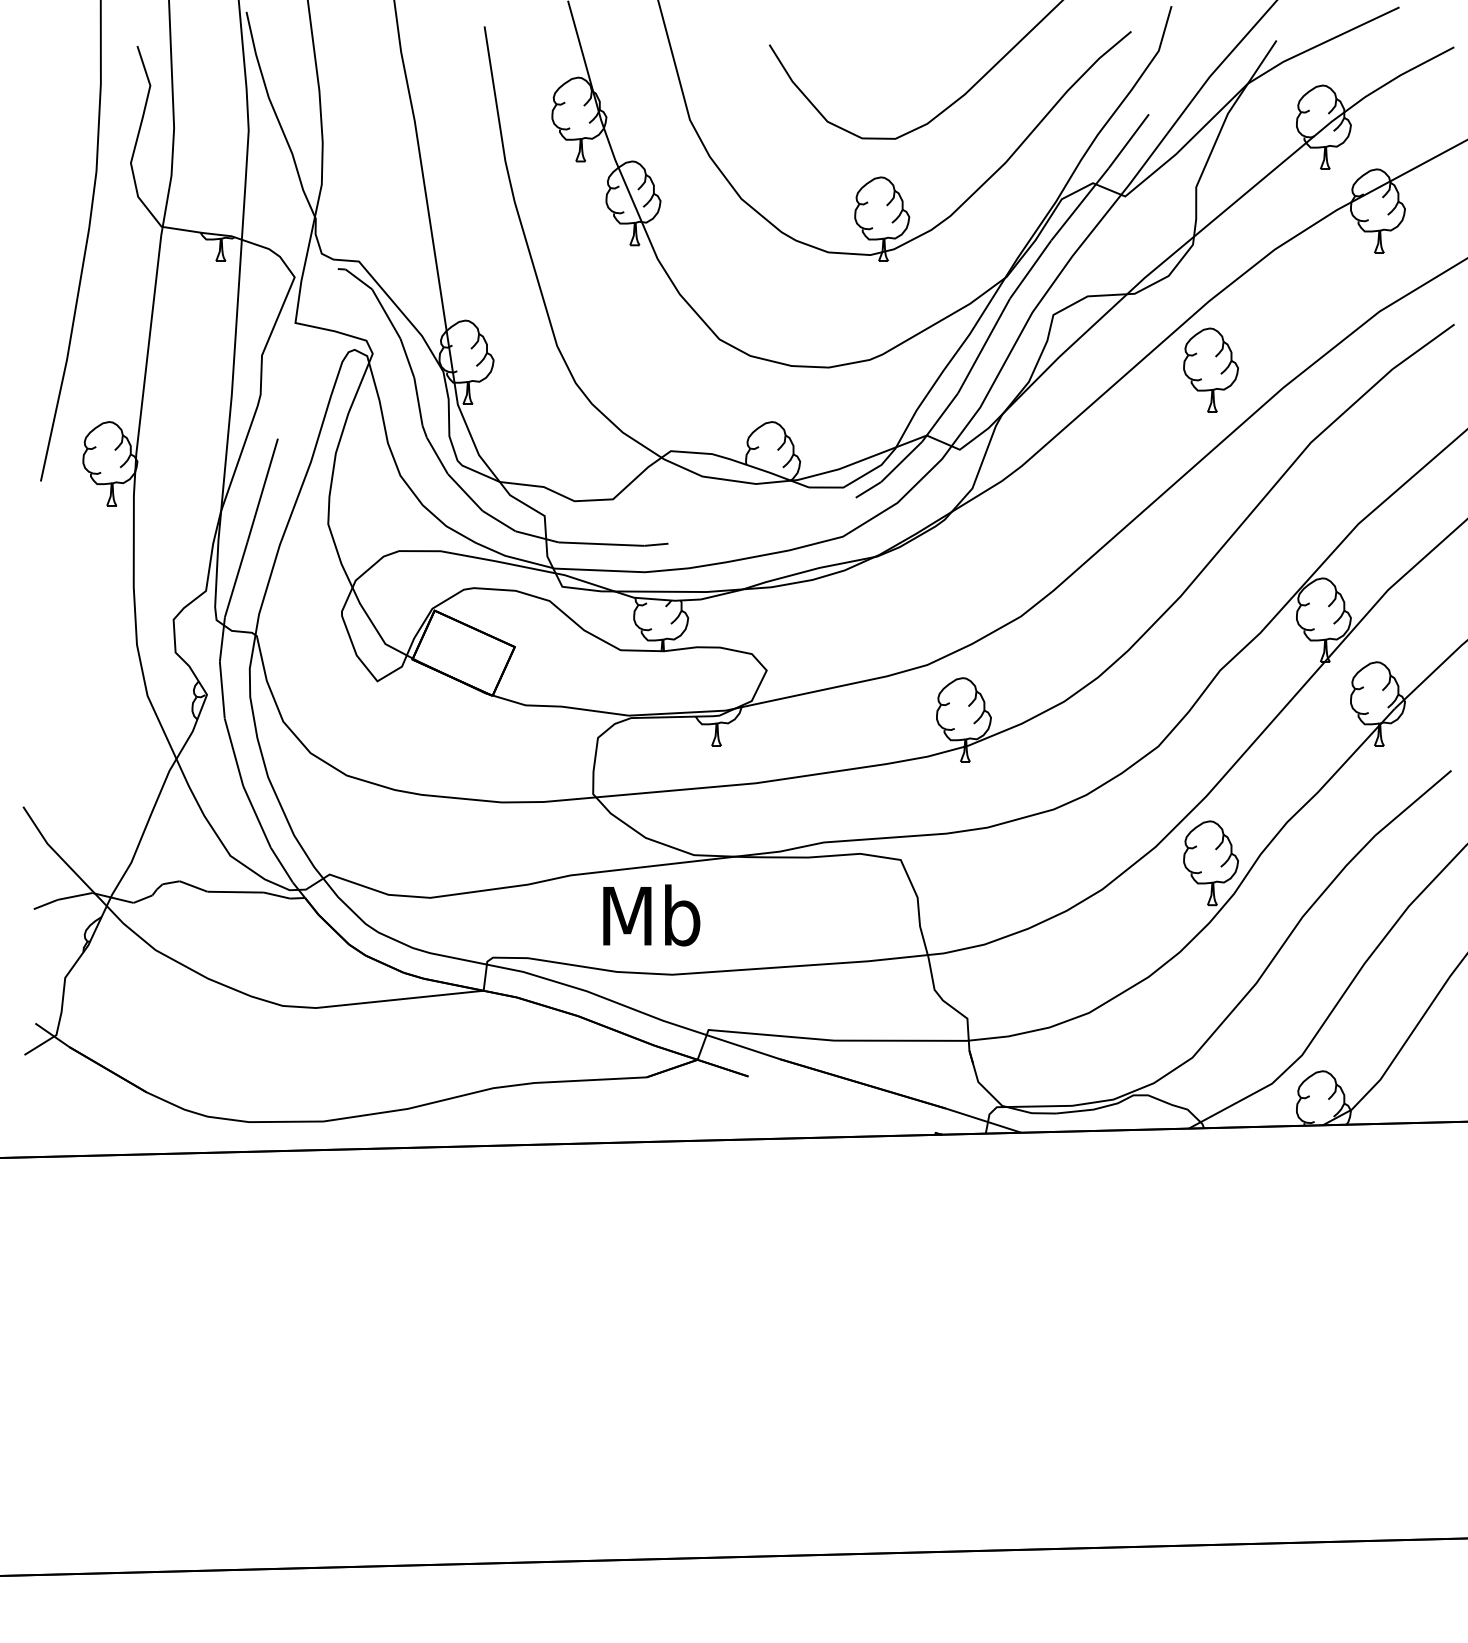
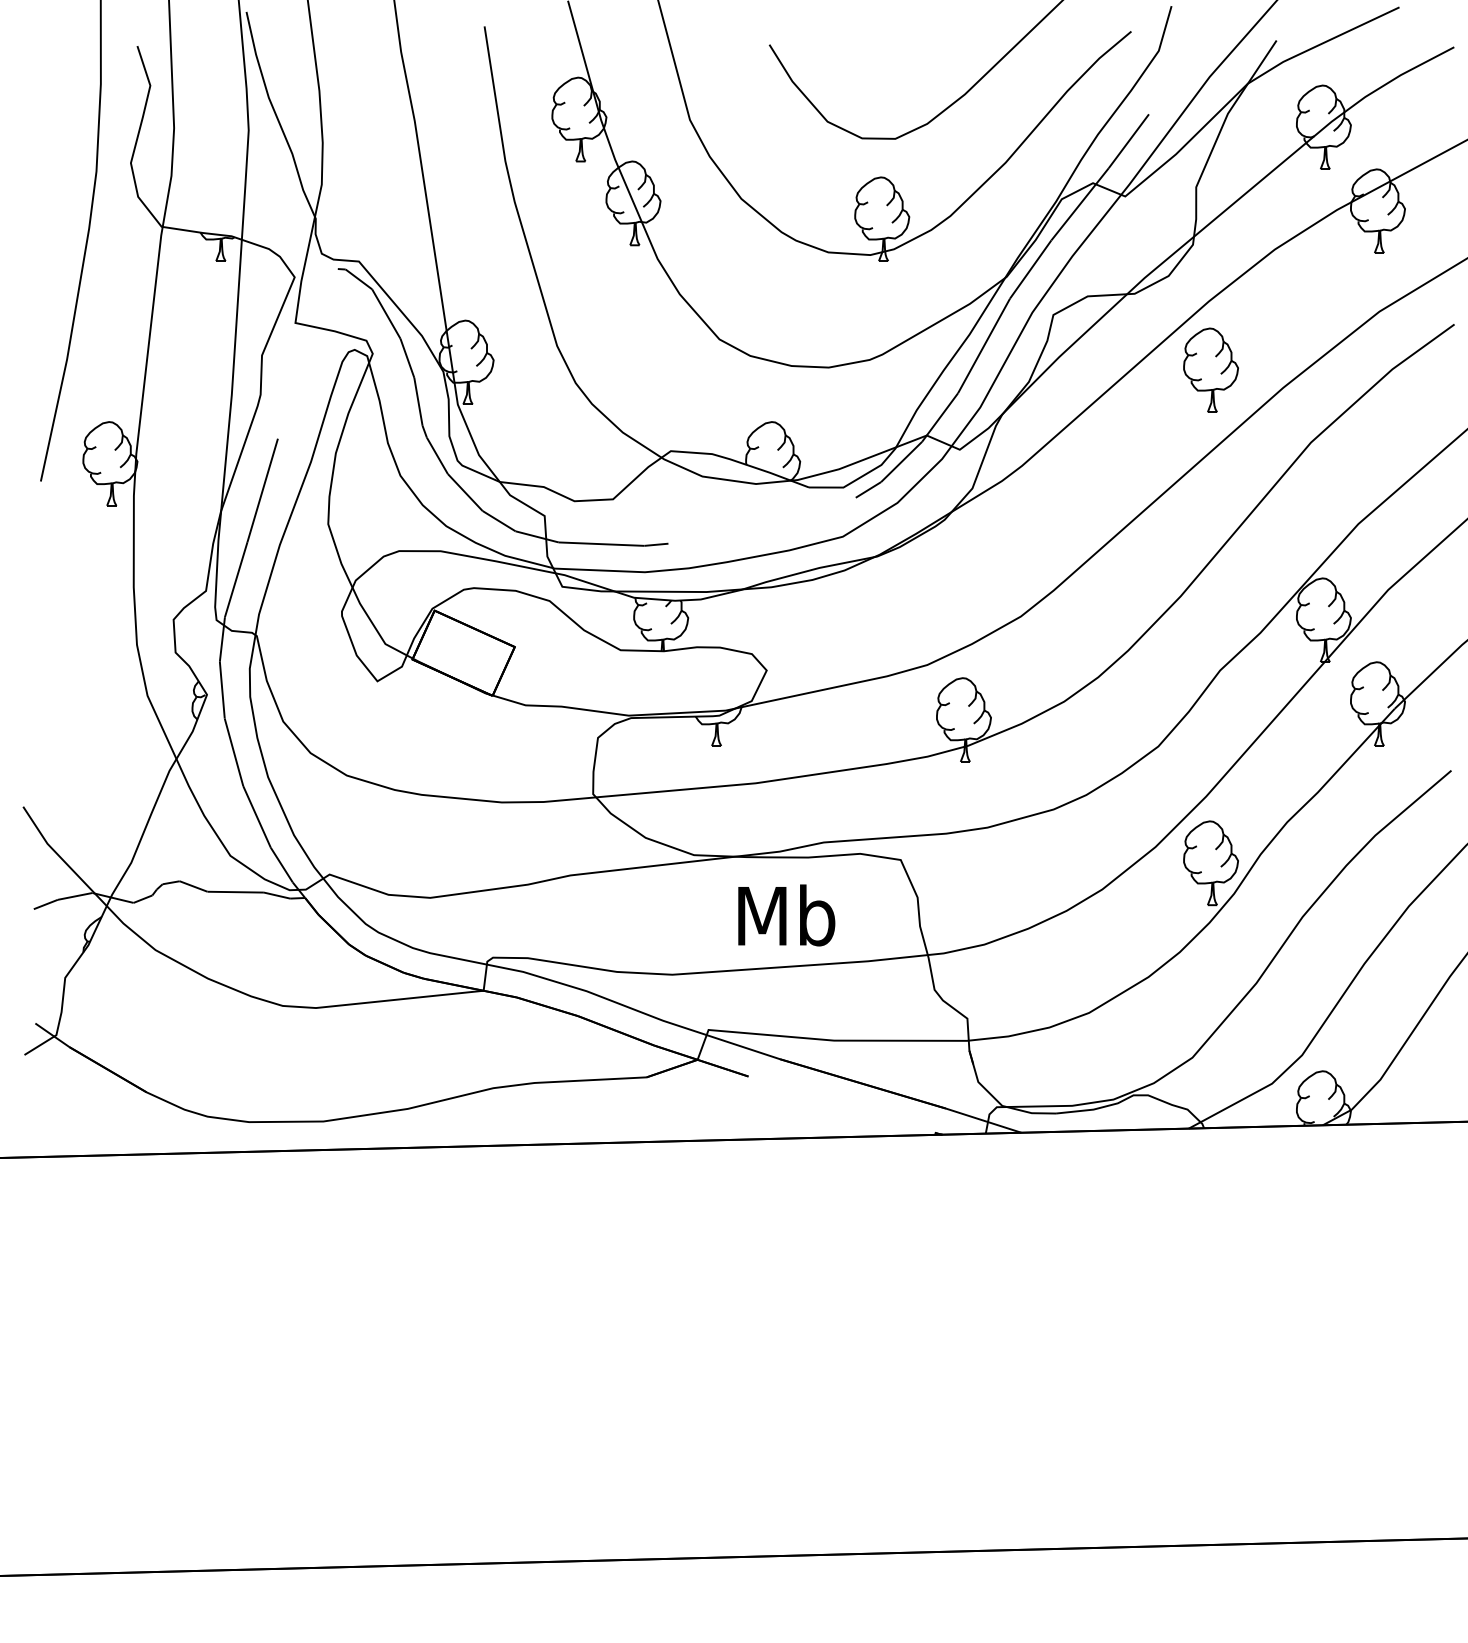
text at (651, 915) position: (651, 915) -> (786, 915)
